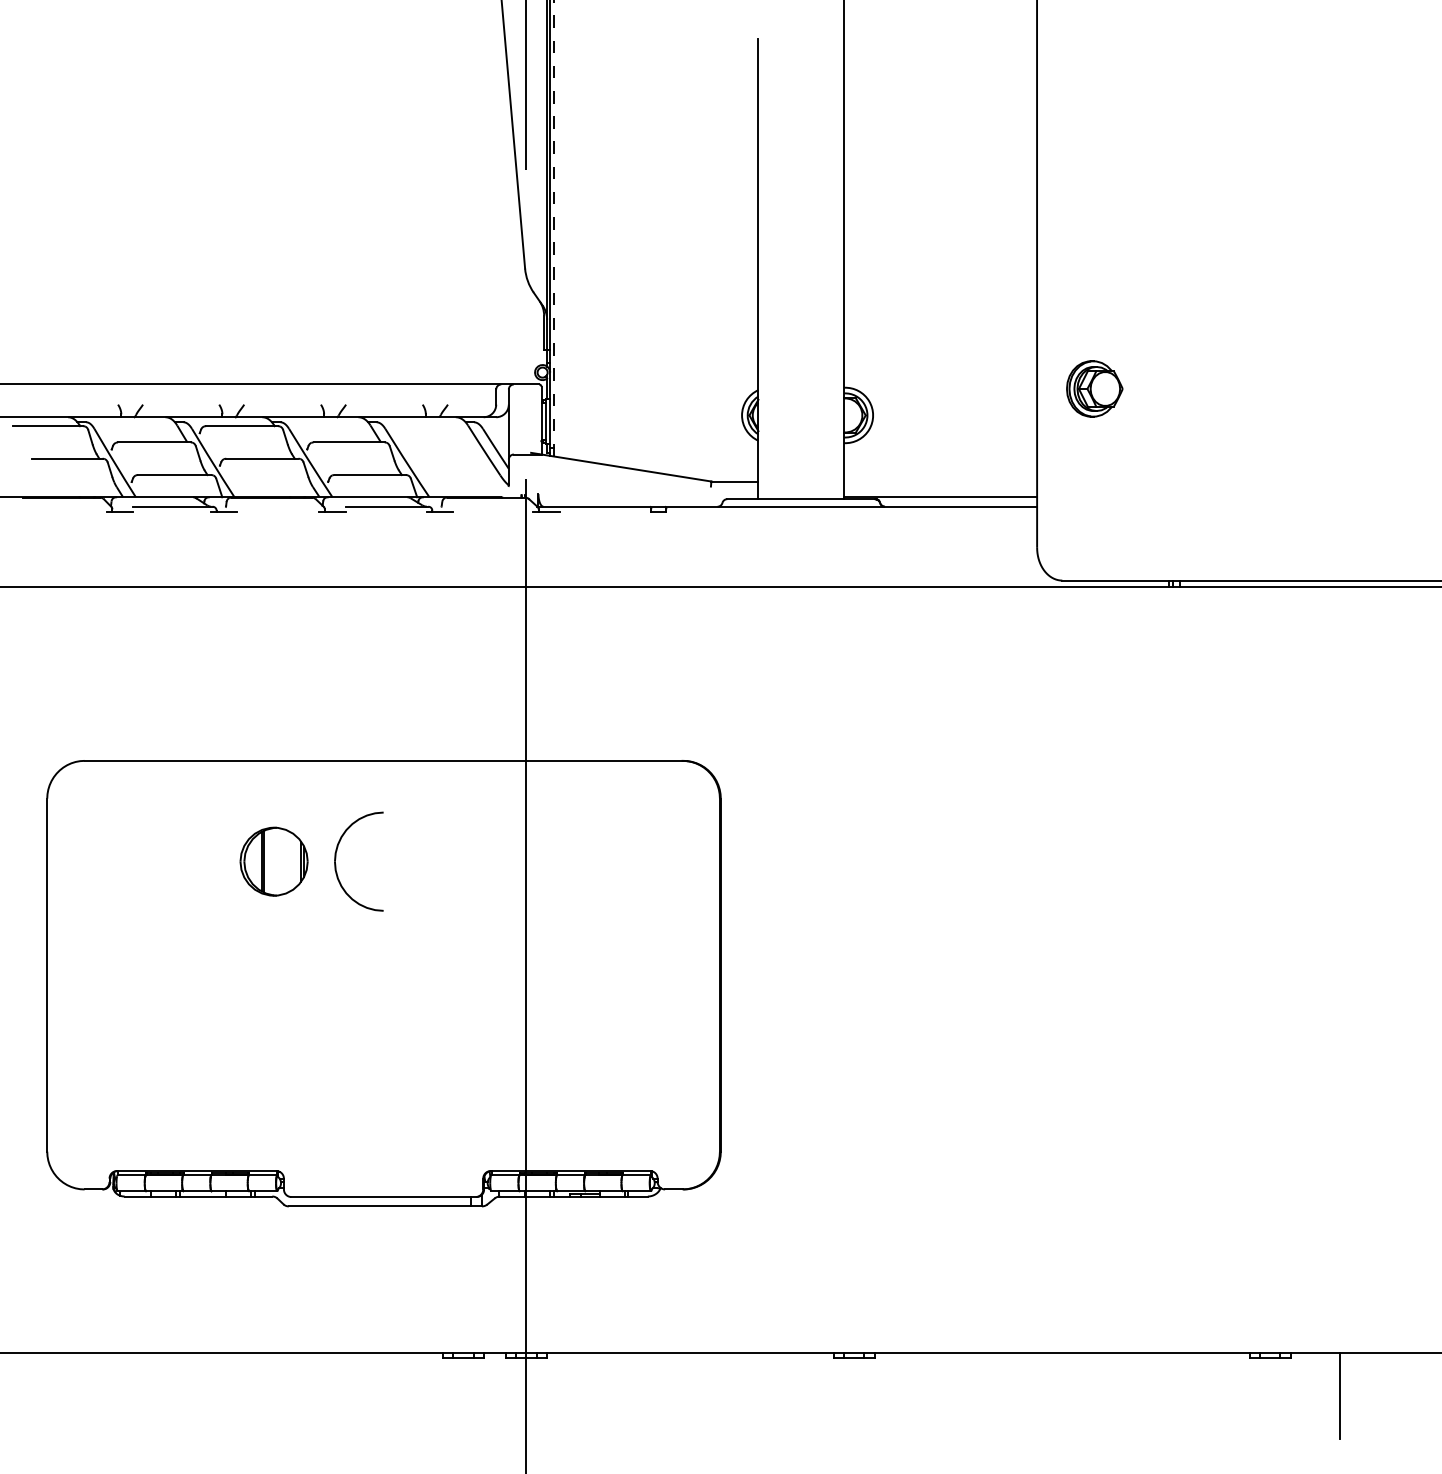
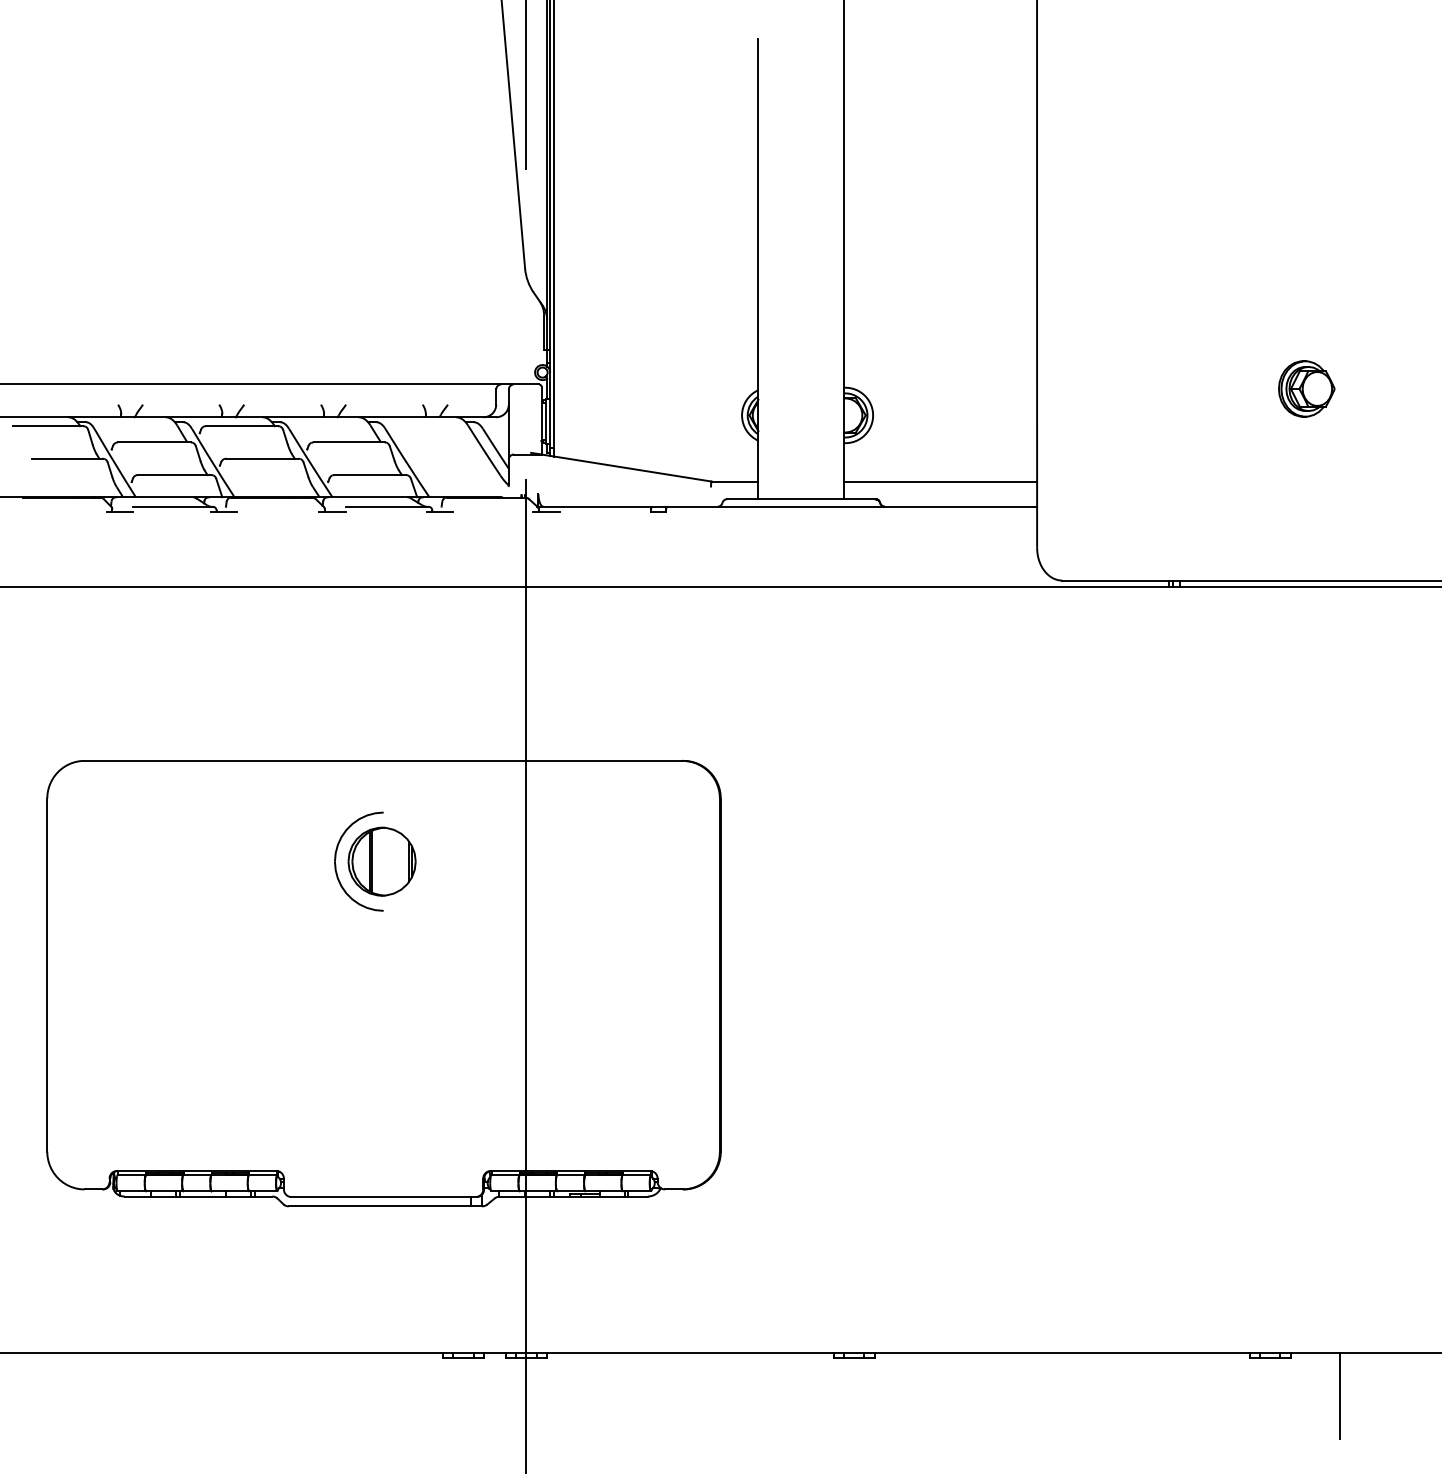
line at (554, 228): dashed -> solid
part at (1094, 388) position: (1094, 388) -> (1306, 388)
line at (940, 496) position: (940, 496) -> (940, 481)
part at (273, 861) position: (273, 861) -> (381, 861)
